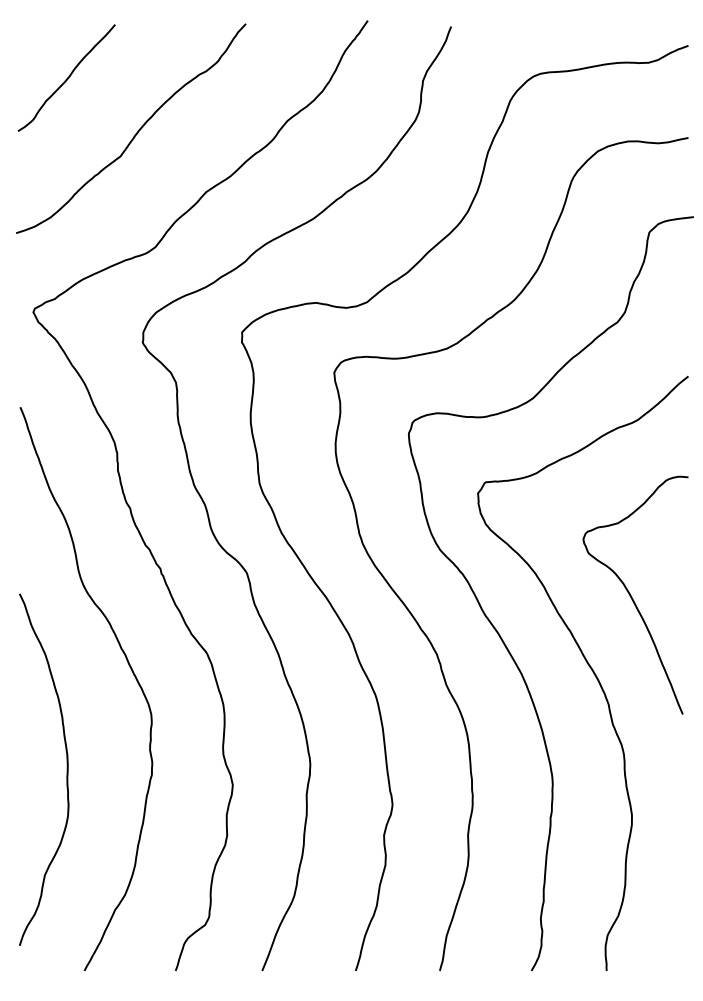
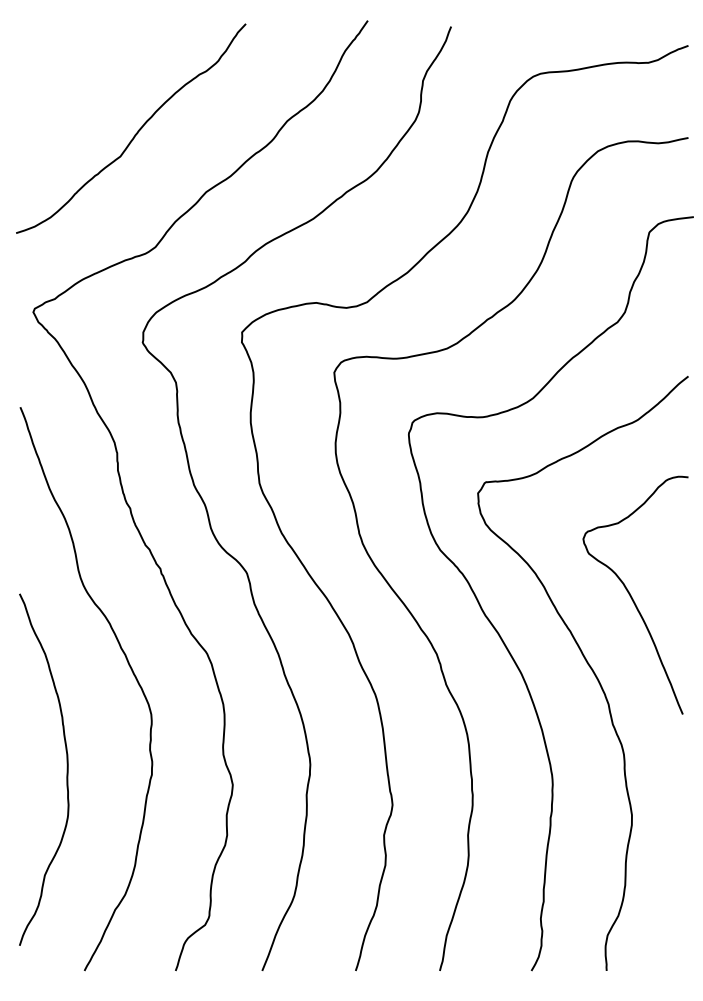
curve at (67, 77): present -> none
